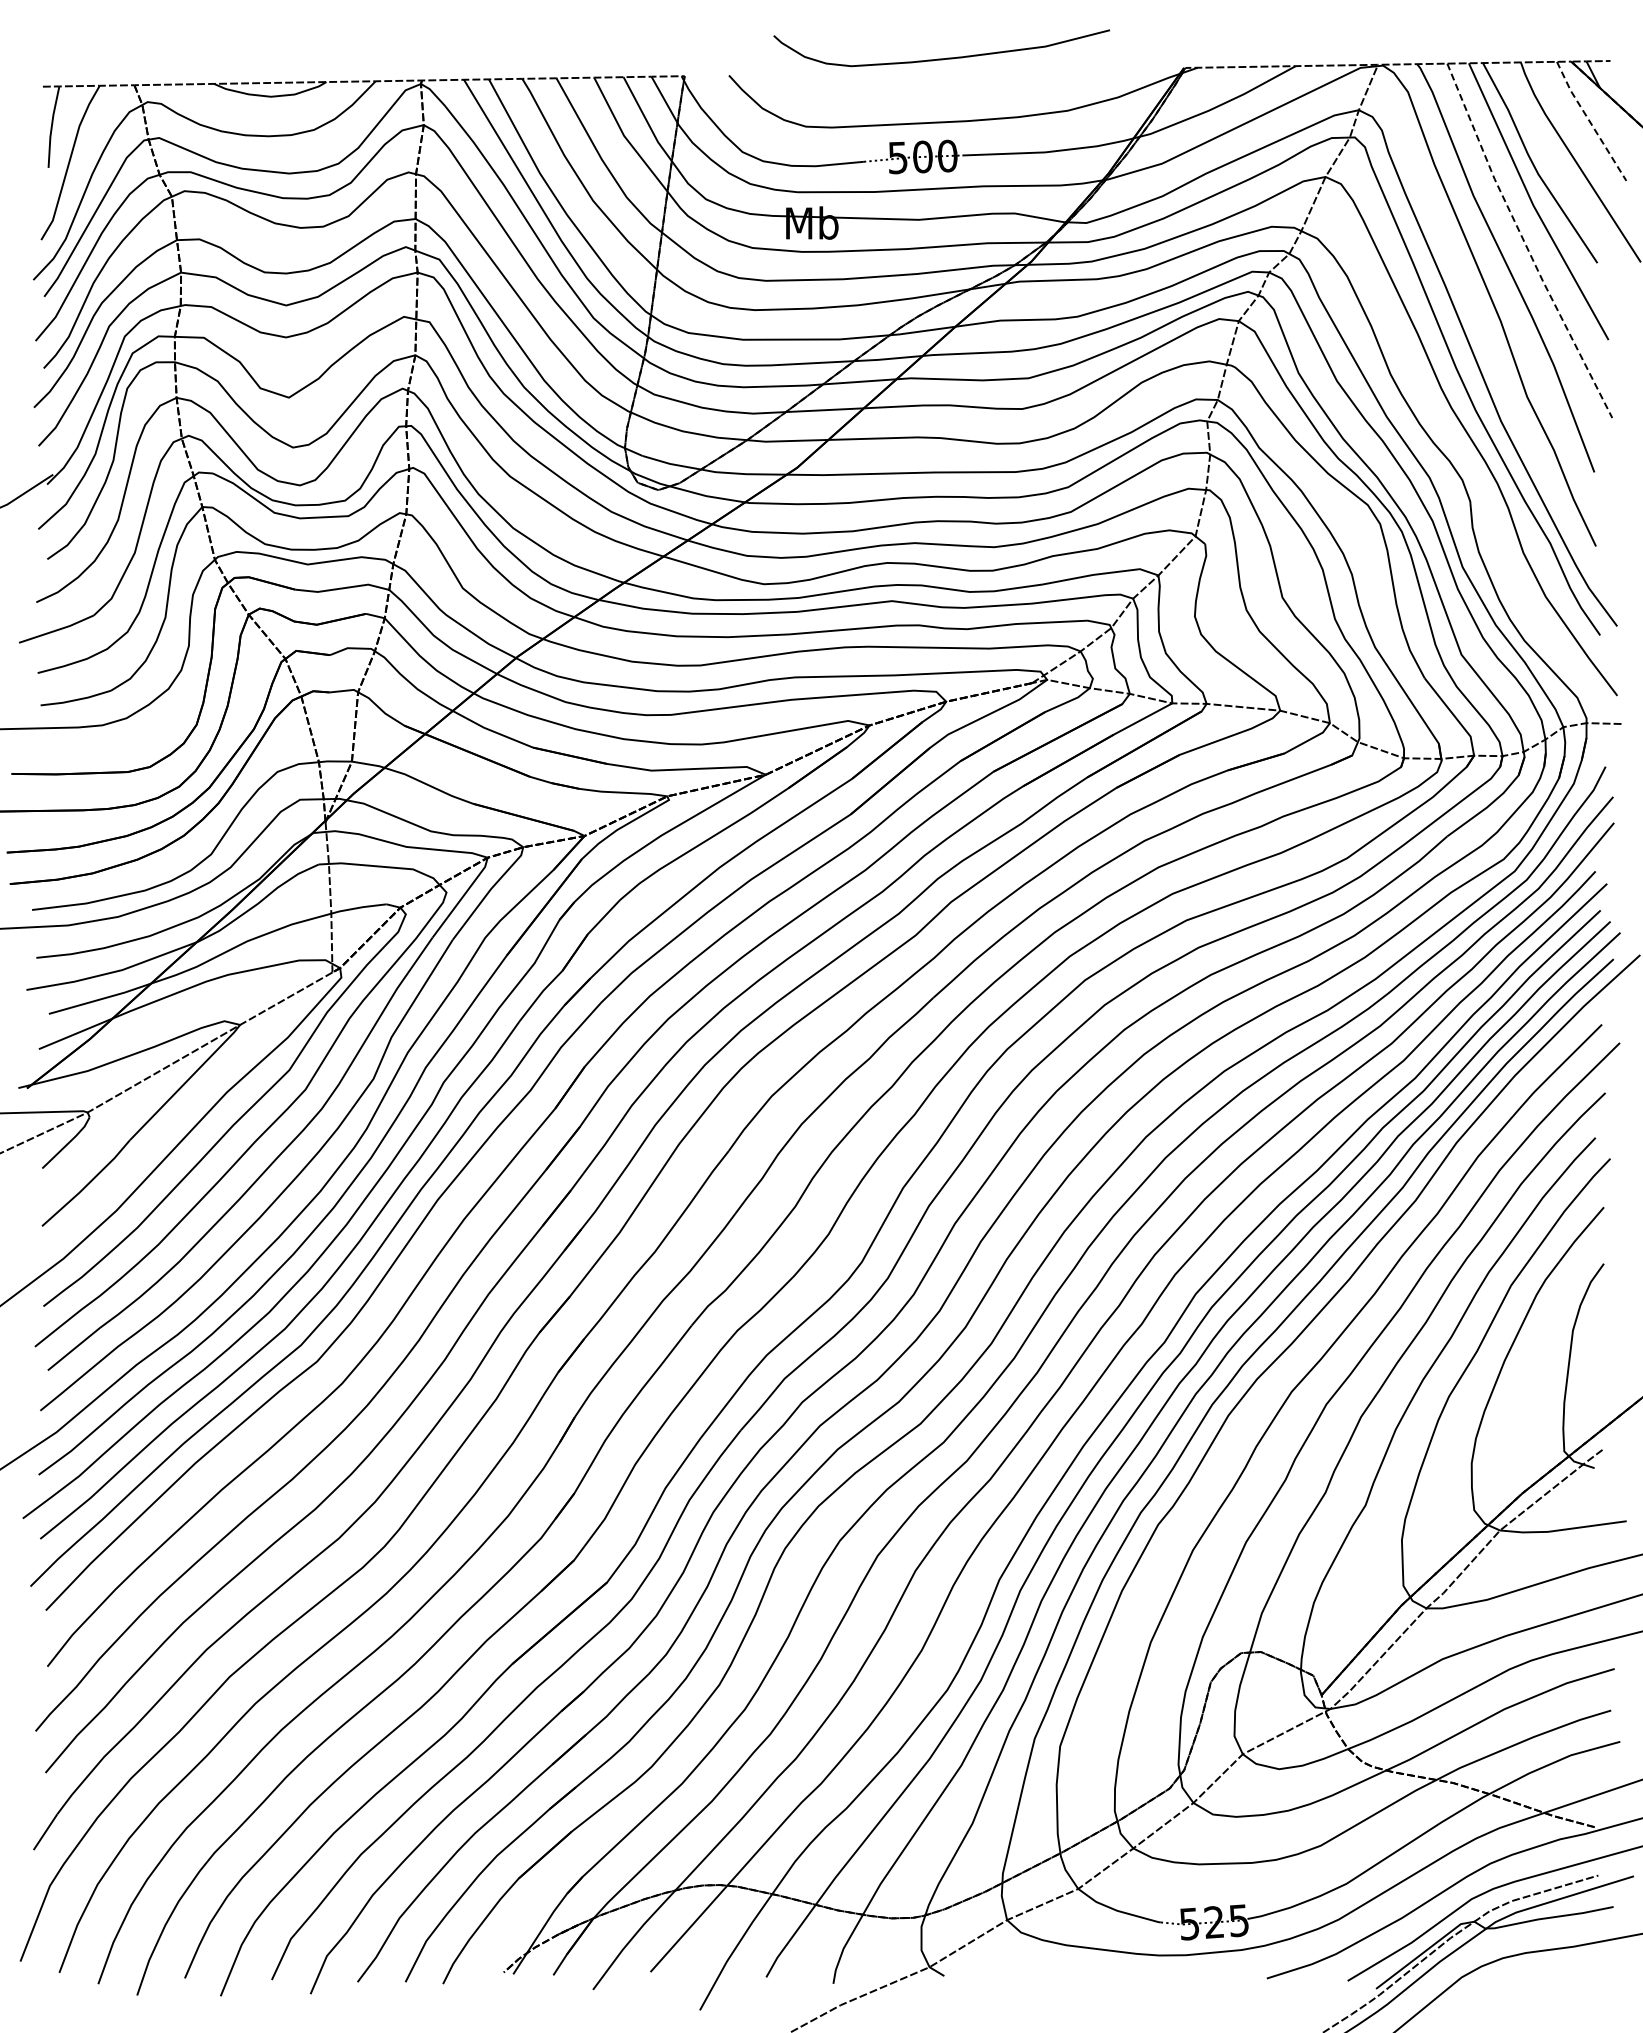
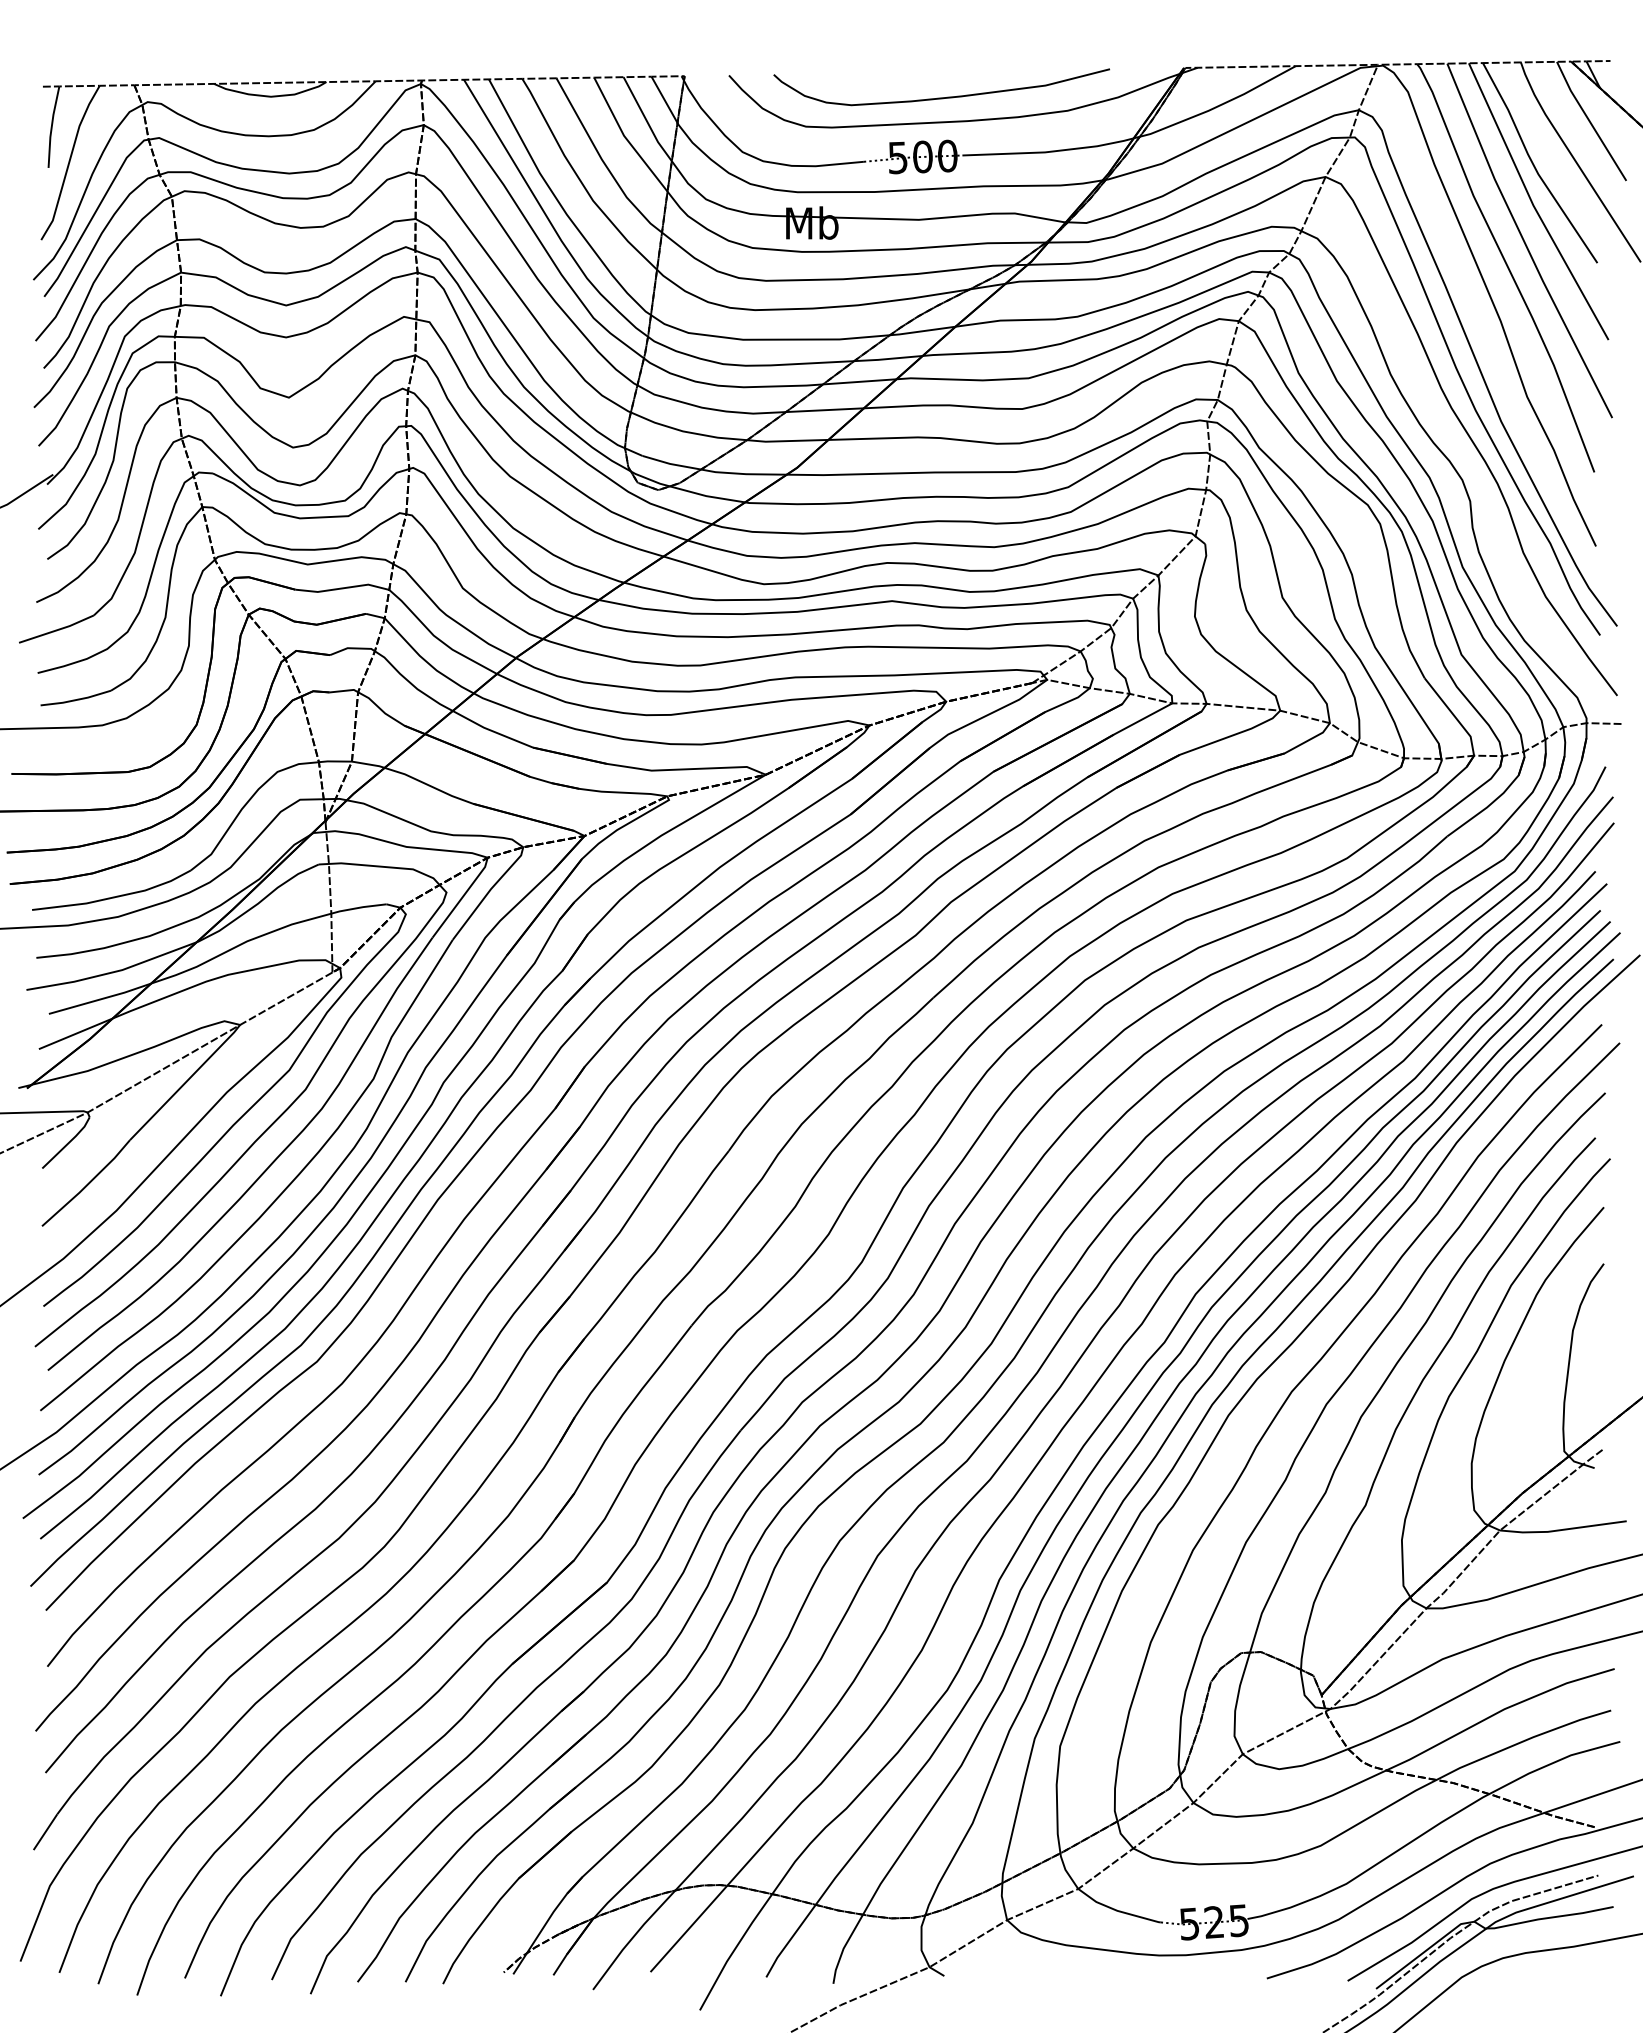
curve at (941, 58) position: (941, 58) -> (941, 97)
line at (1589, 121): dashed -> solid
line at (1525, 243): dashed -> solid
